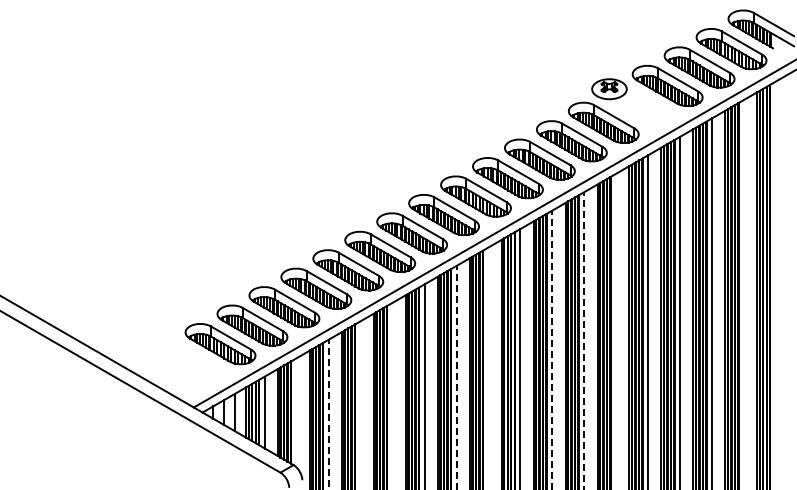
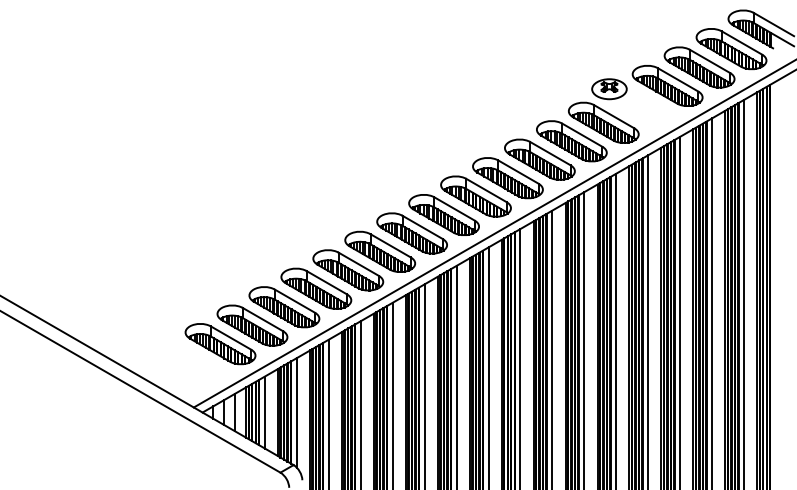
line at (743, 292): none -> present
line at (616, 329): none -> present
line at (584, 340): dashed -> solid
line at (552, 349): dashed -> solid
line at (488, 366): none -> present
line at (456, 377): dashed -> solid
line at (392, 394): none -> present
line at (360, 403): none -> present
line at (296, 412): none -> present
line at (328, 414): dashed -> solid
